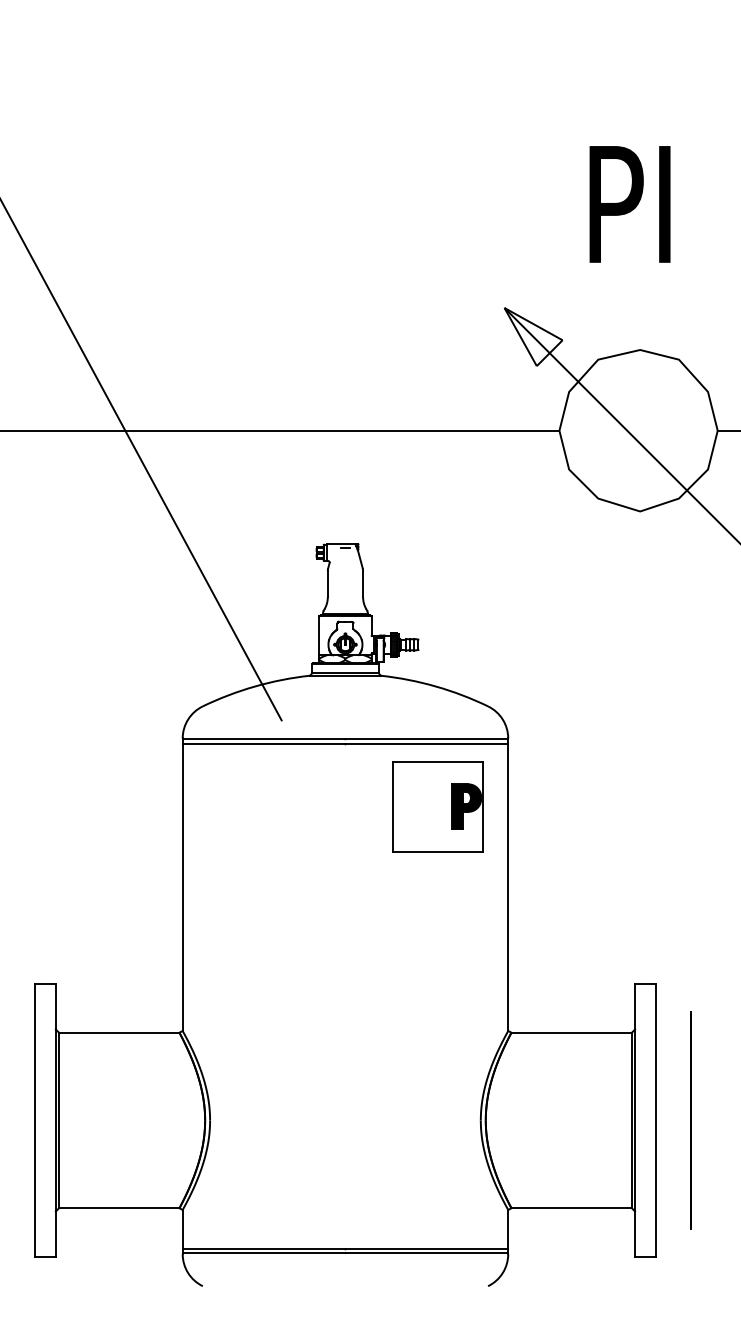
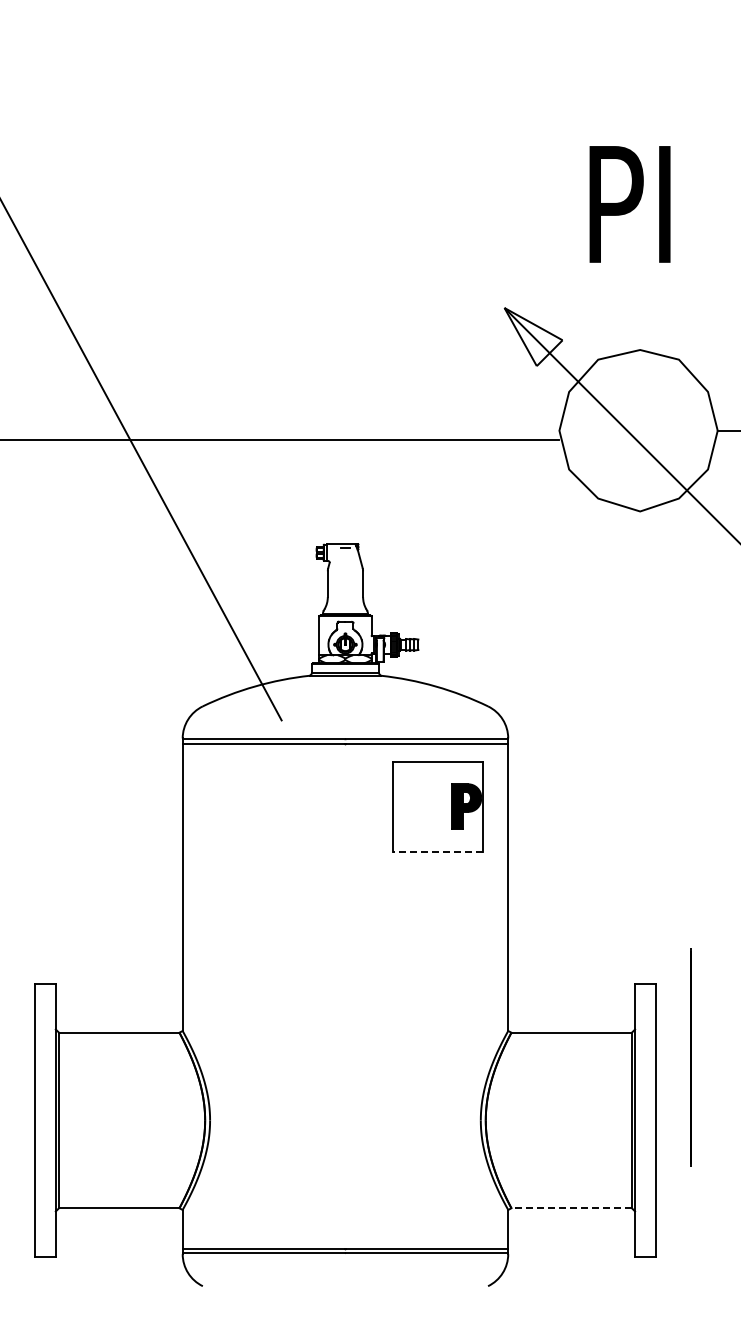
line at (280, 430) position: (280, 430) -> (280, 439)
line at (437, 851): solid -> dashed
line at (690, 1120) position: (690, 1120) -> (690, 1057)
line at (571, 1208): solid -> dashed
